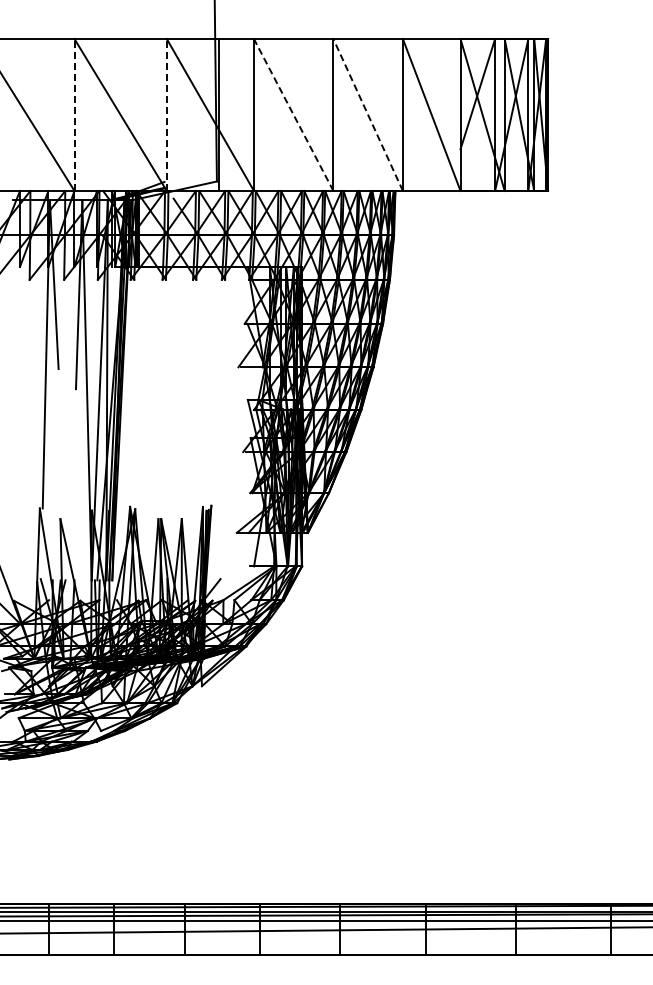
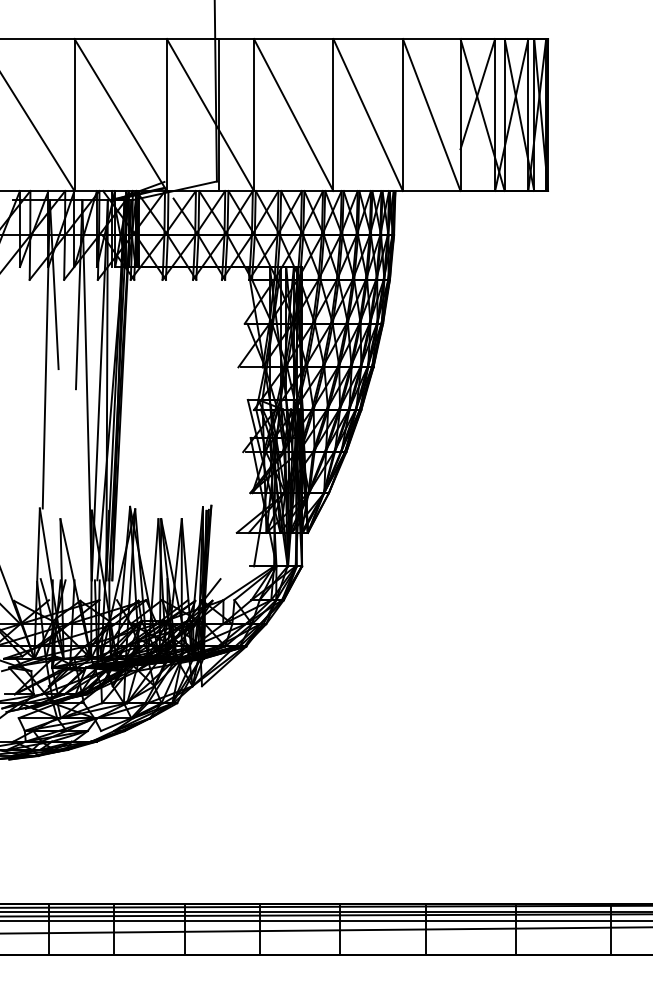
line at (74, 115): dashed -> solid
line at (166, 115): dashed -> solid
line at (293, 115): dashed -> solid
line at (368, 115): dashed -> solid
